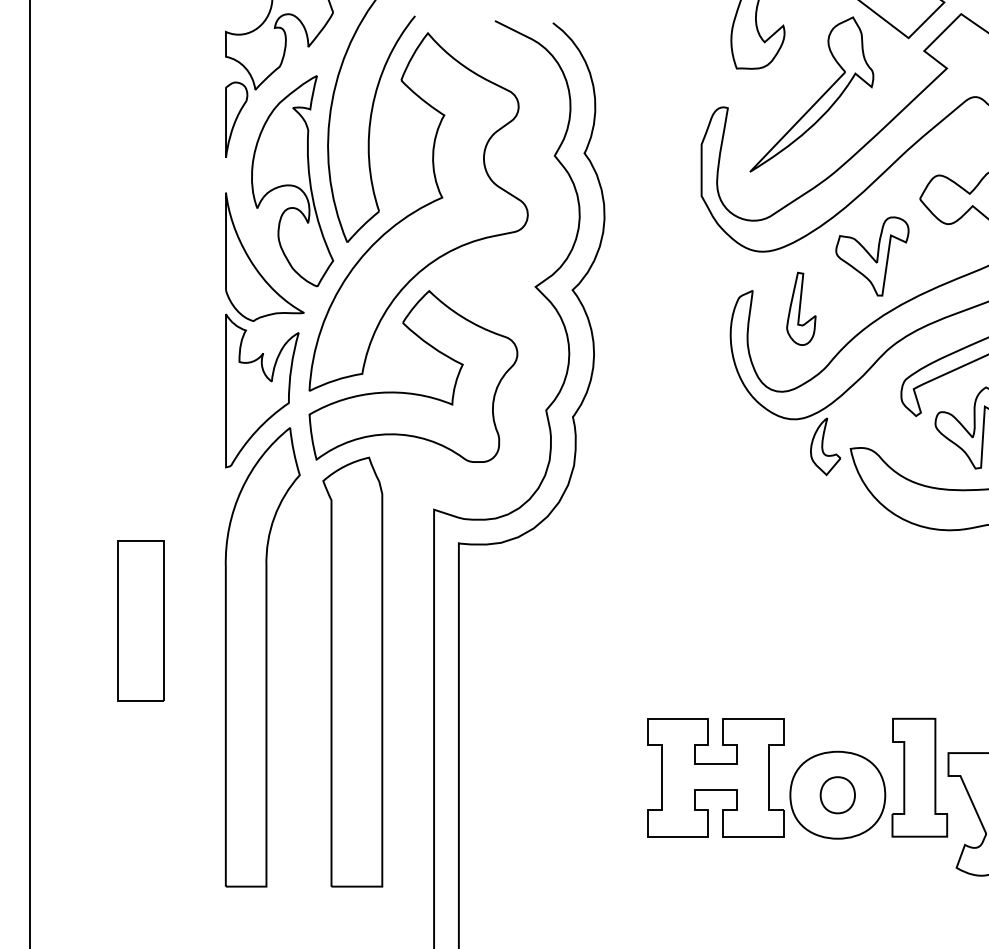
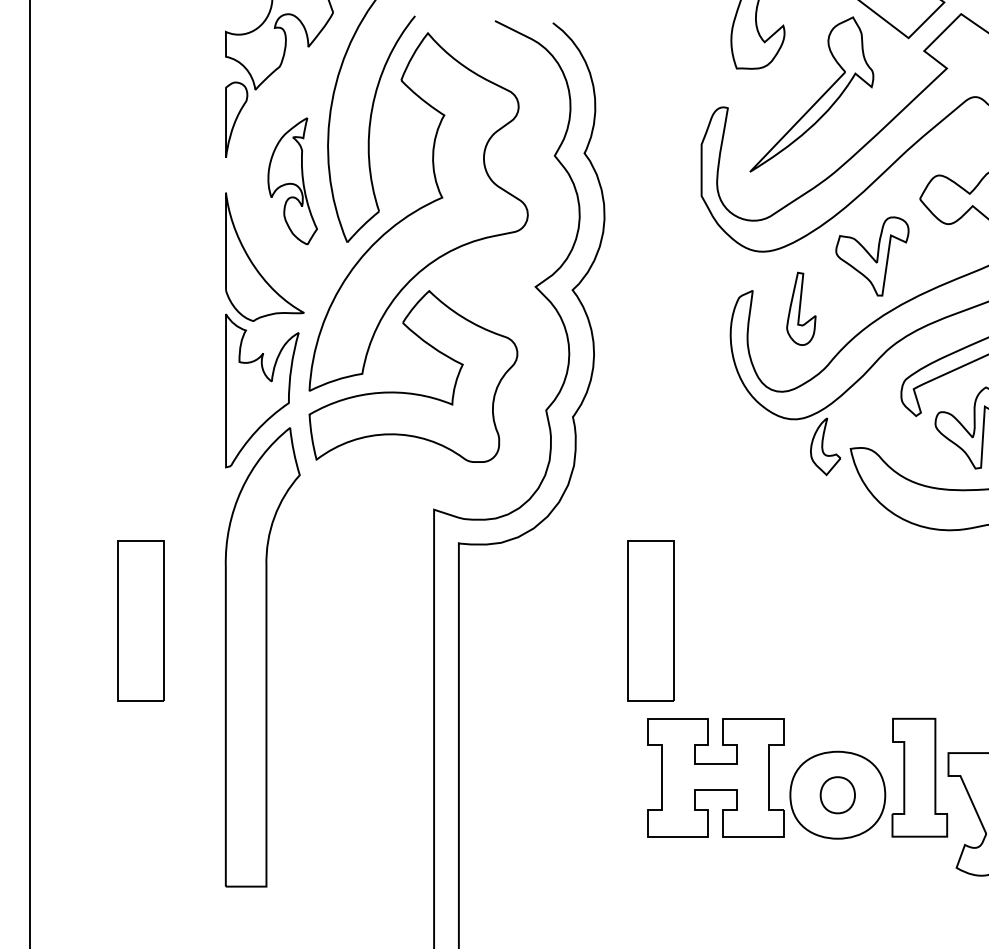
part at (292, 181) size: 84x213 px -> 51x129 px
part at (650, 620): none -> present
part at (352, 671): present -> none
